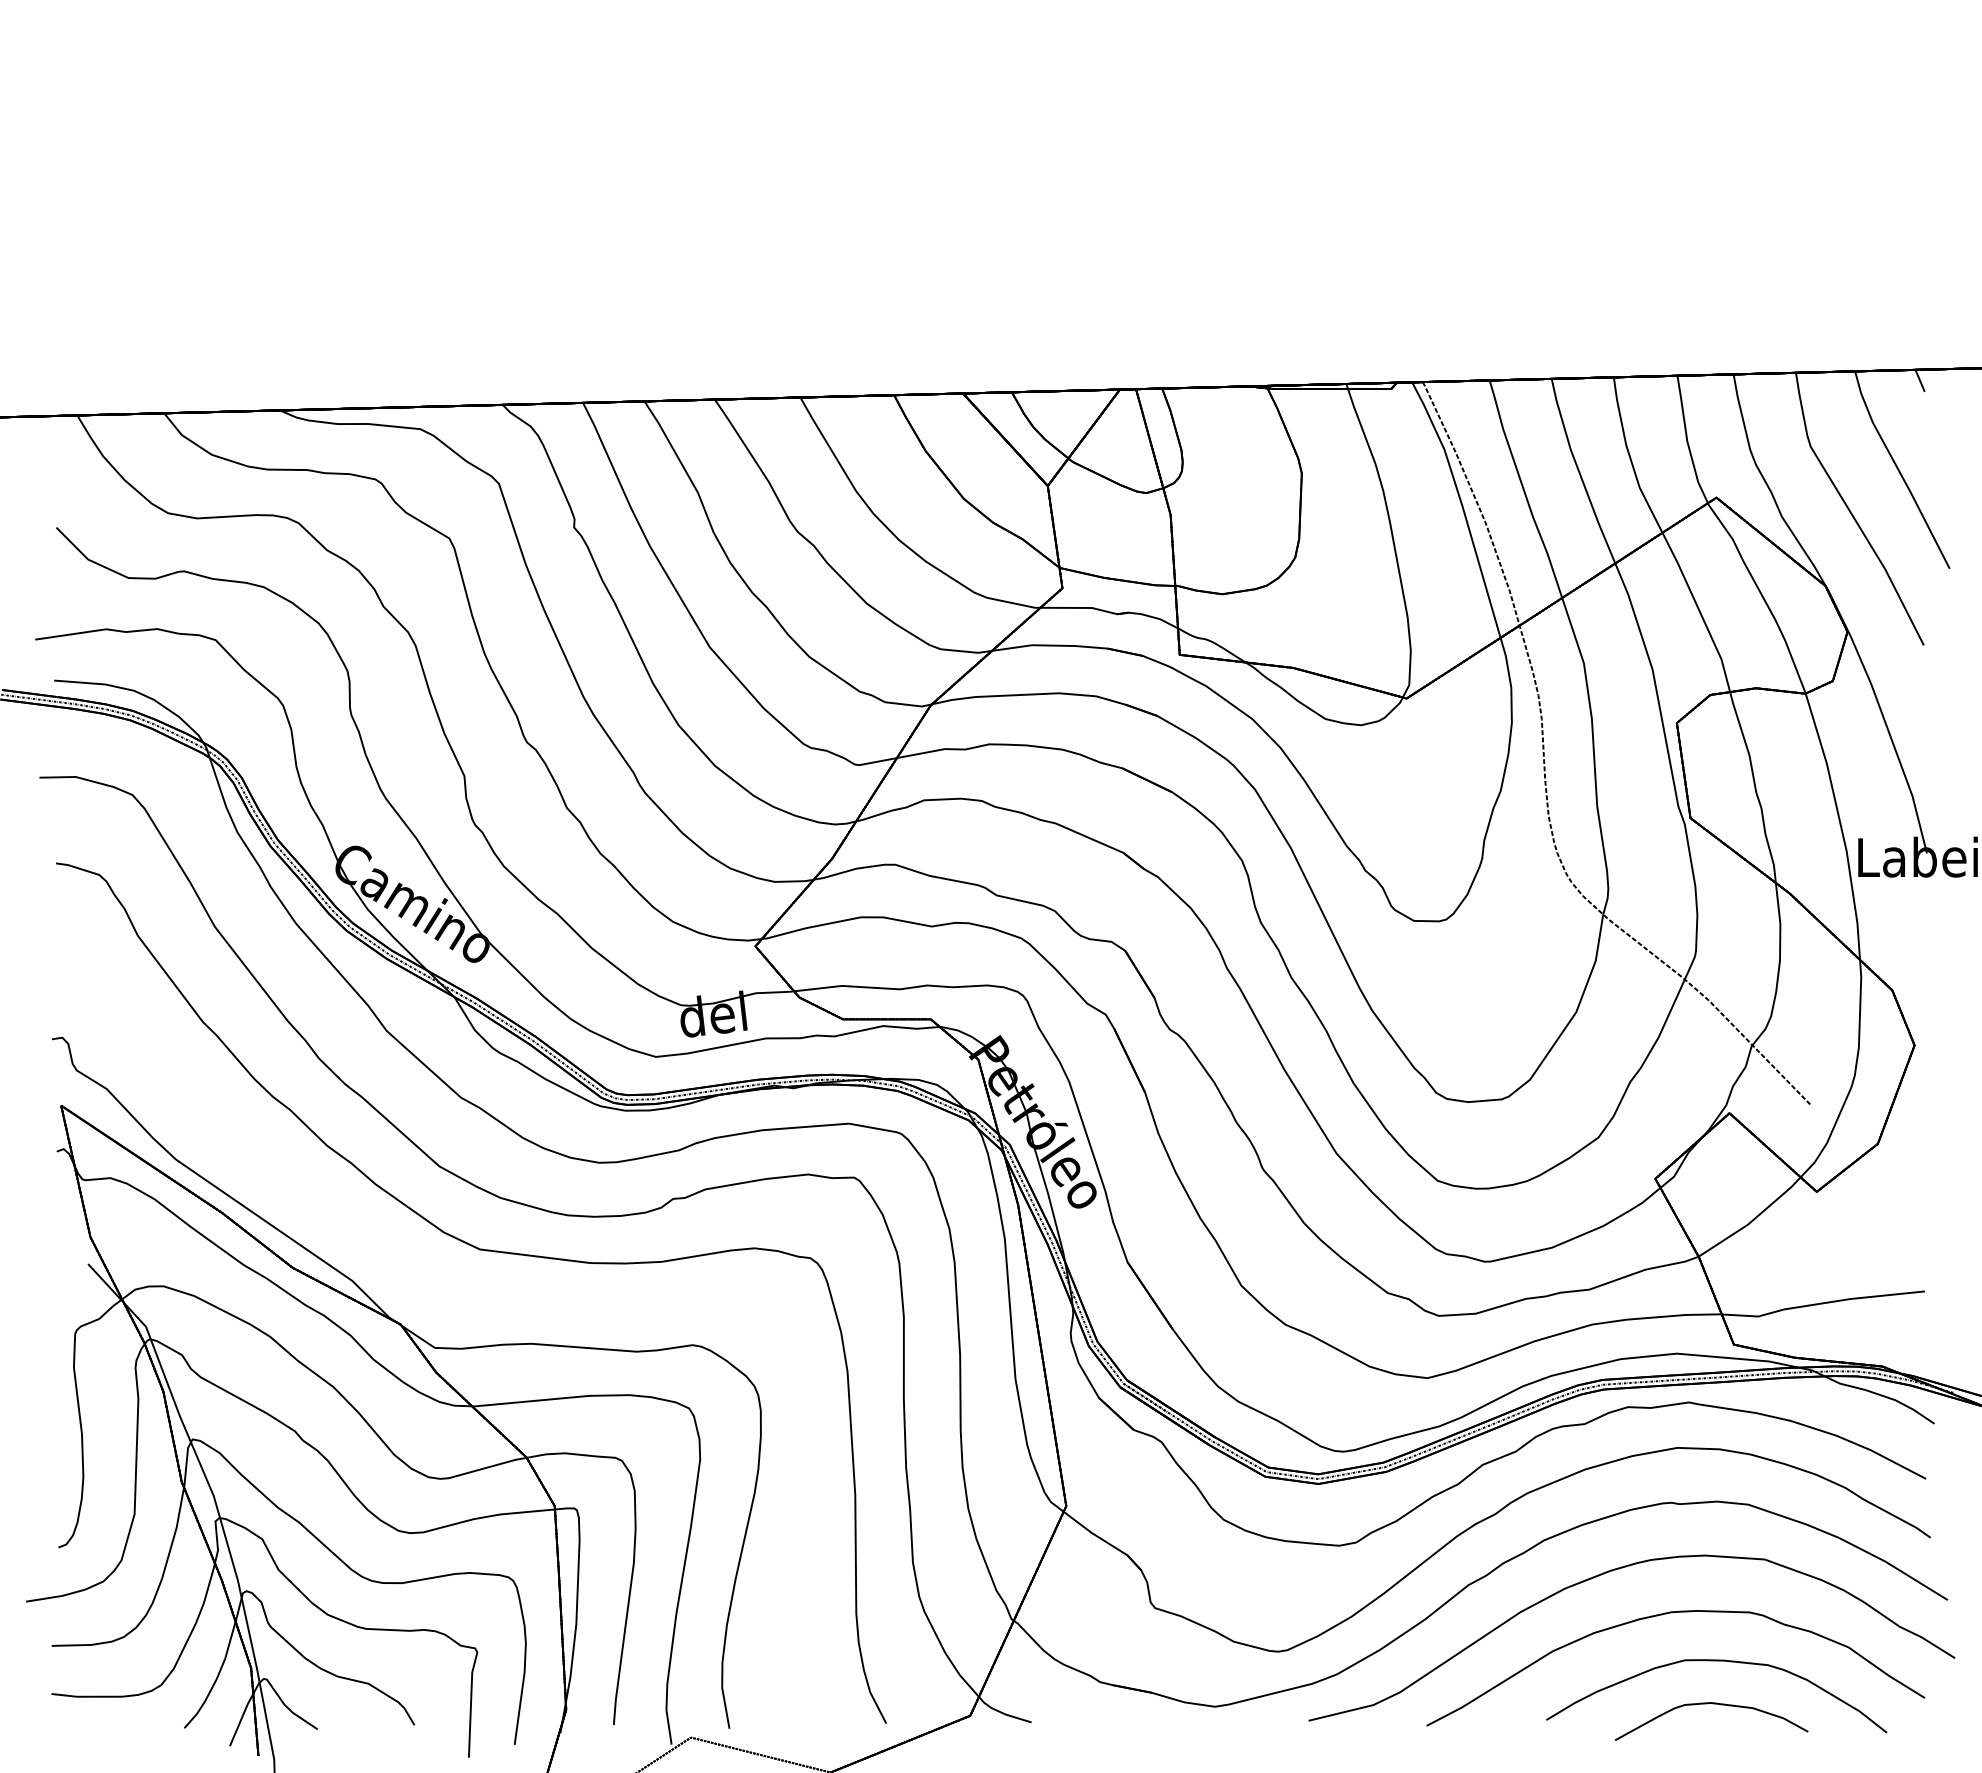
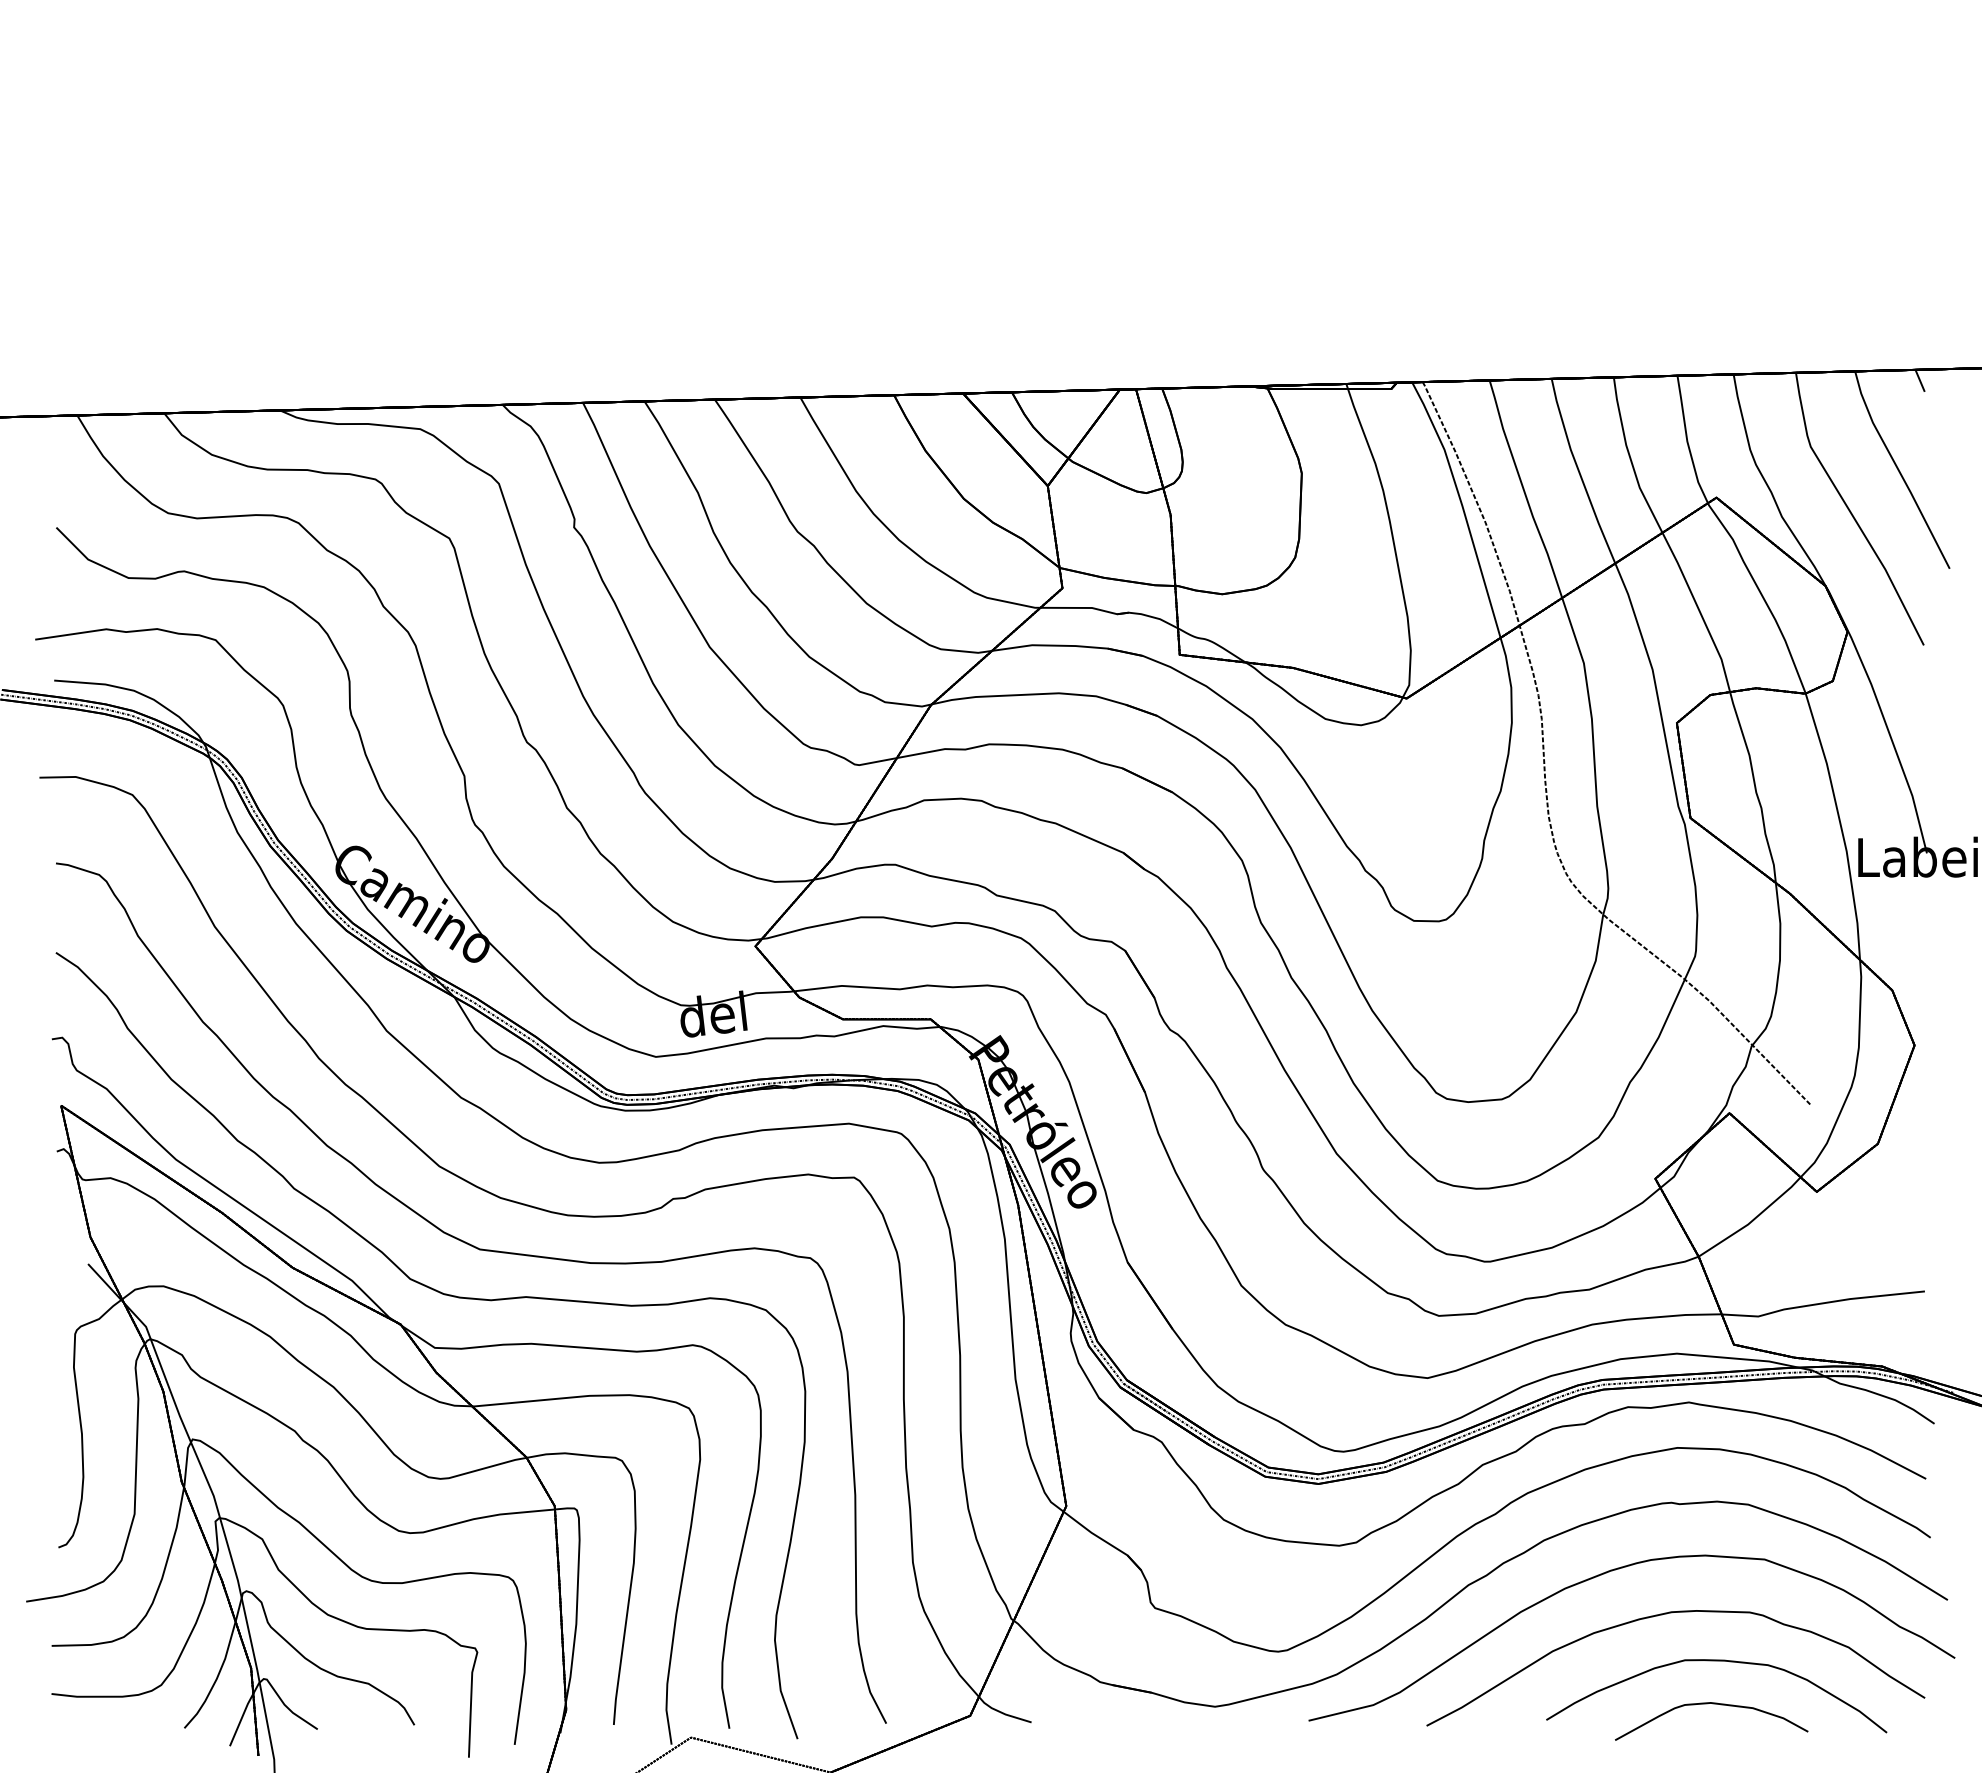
part at (444, 1295): none -> present
